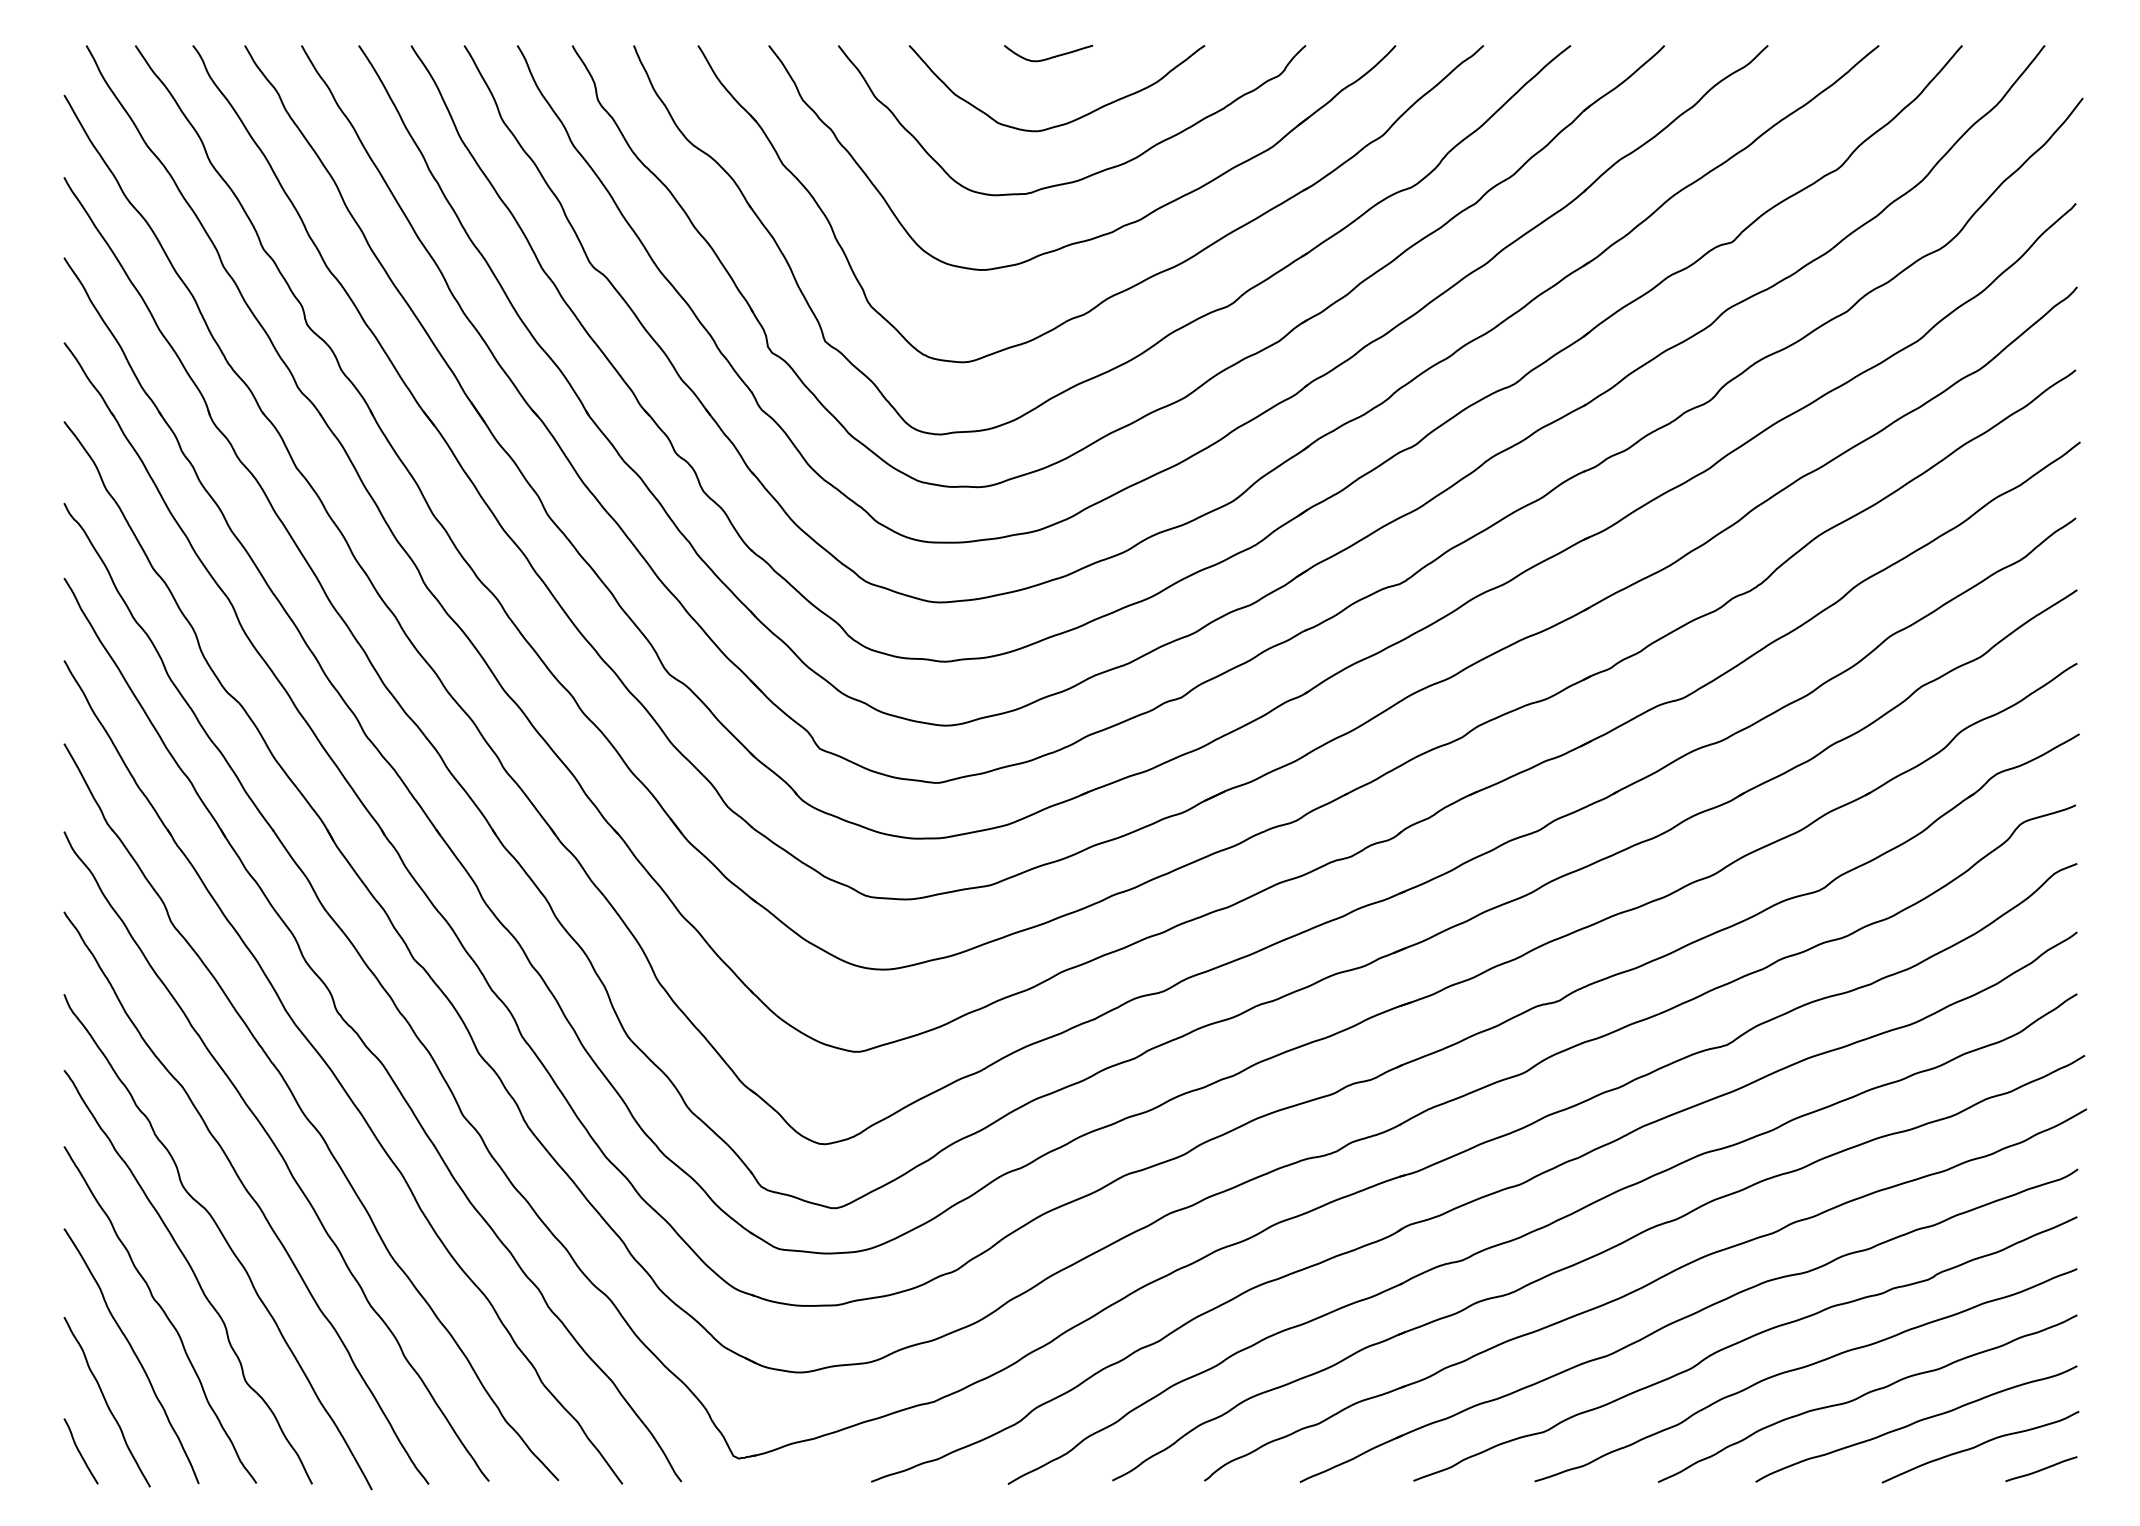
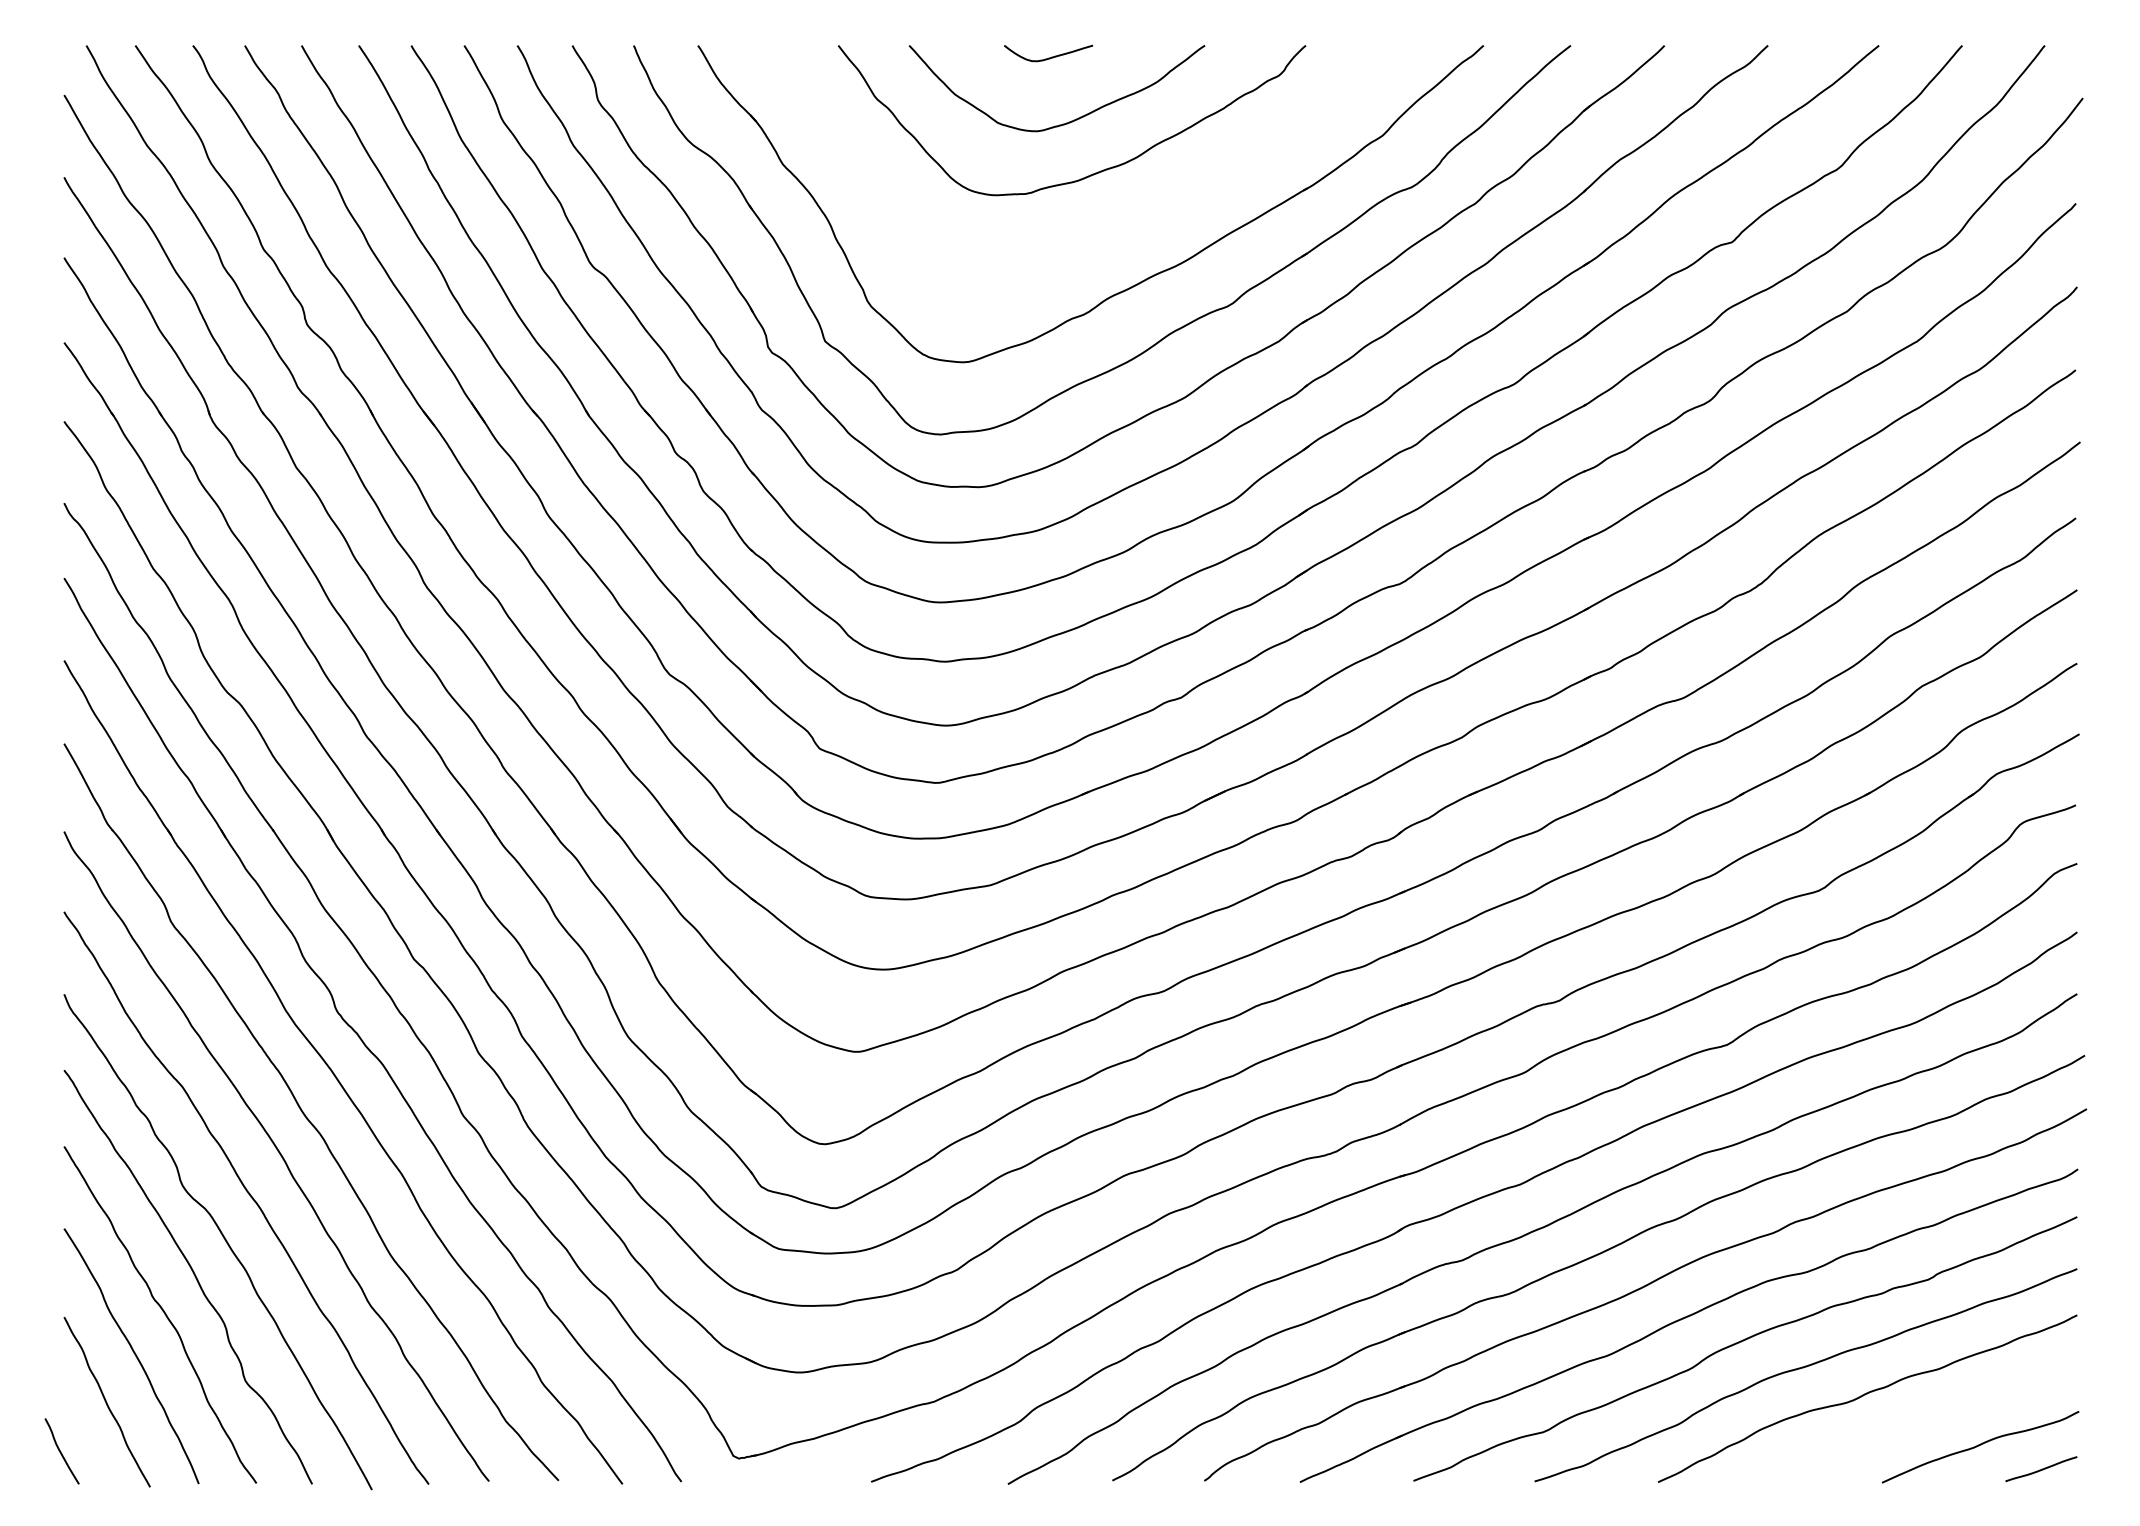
part at (1118, 227): present -> none
curve at (1916, 1422): present -> none
curve at (80, 1451) position: (80, 1451) -> (61, 1451)
